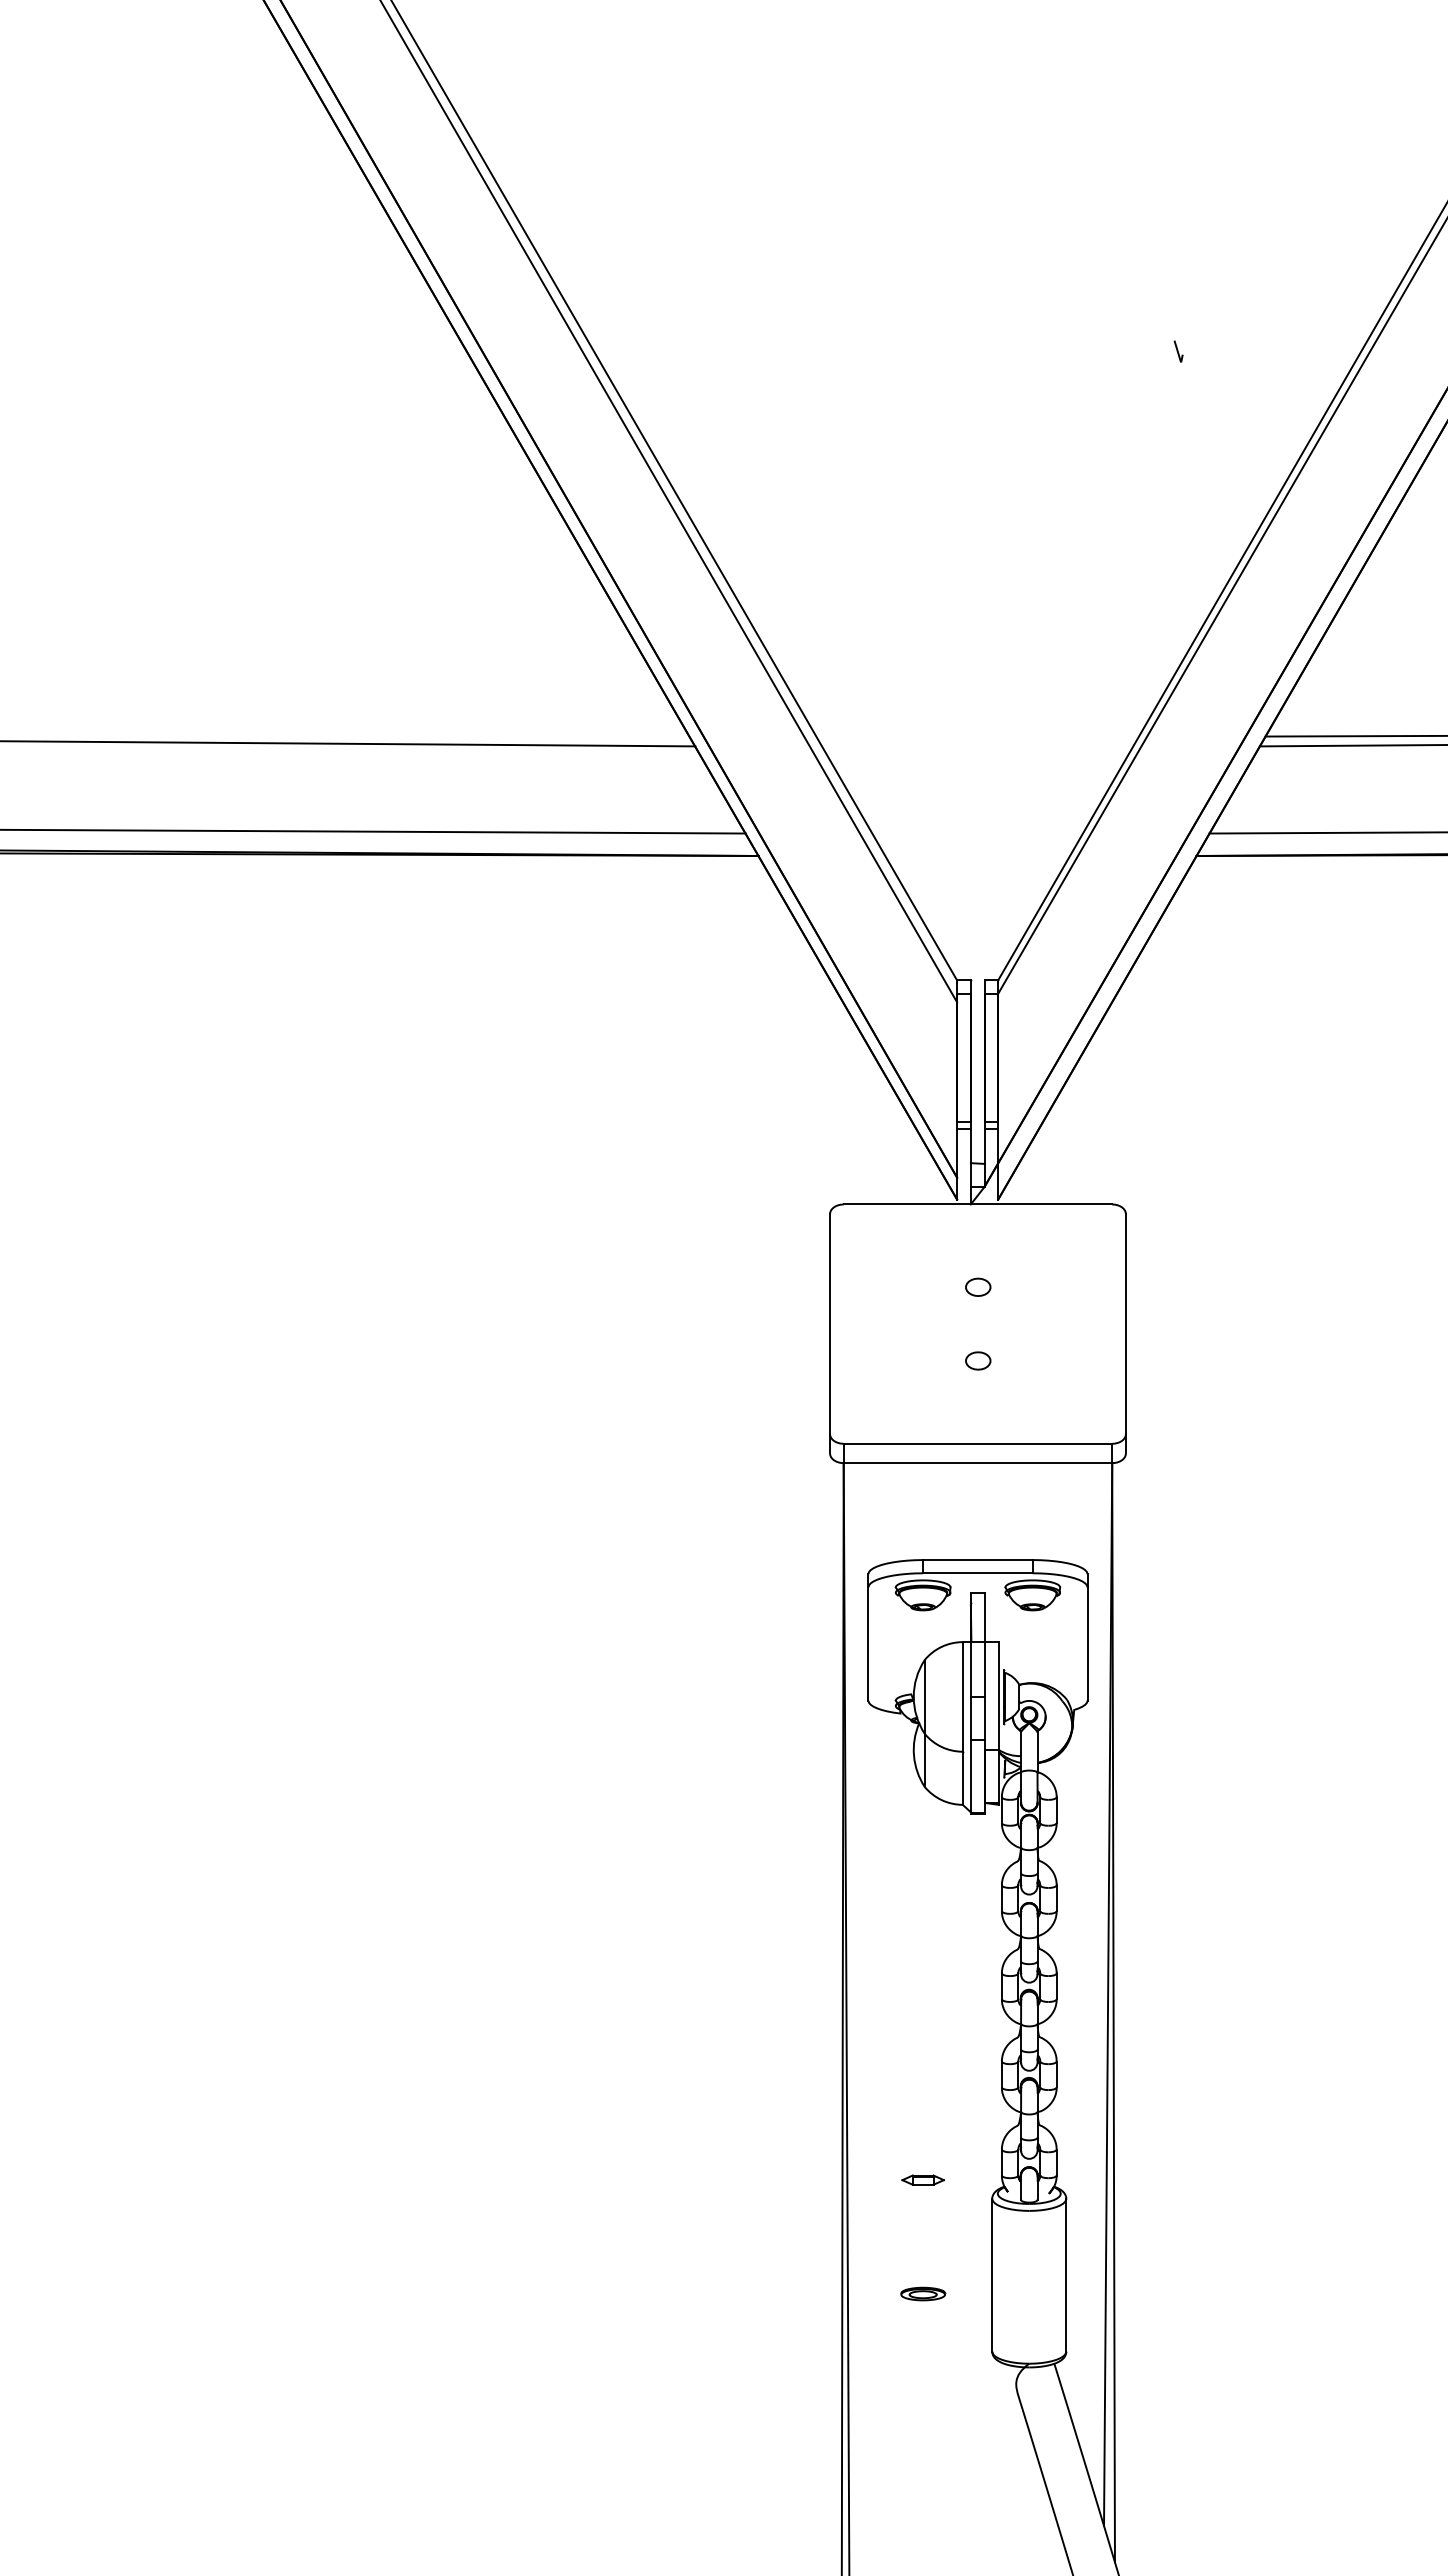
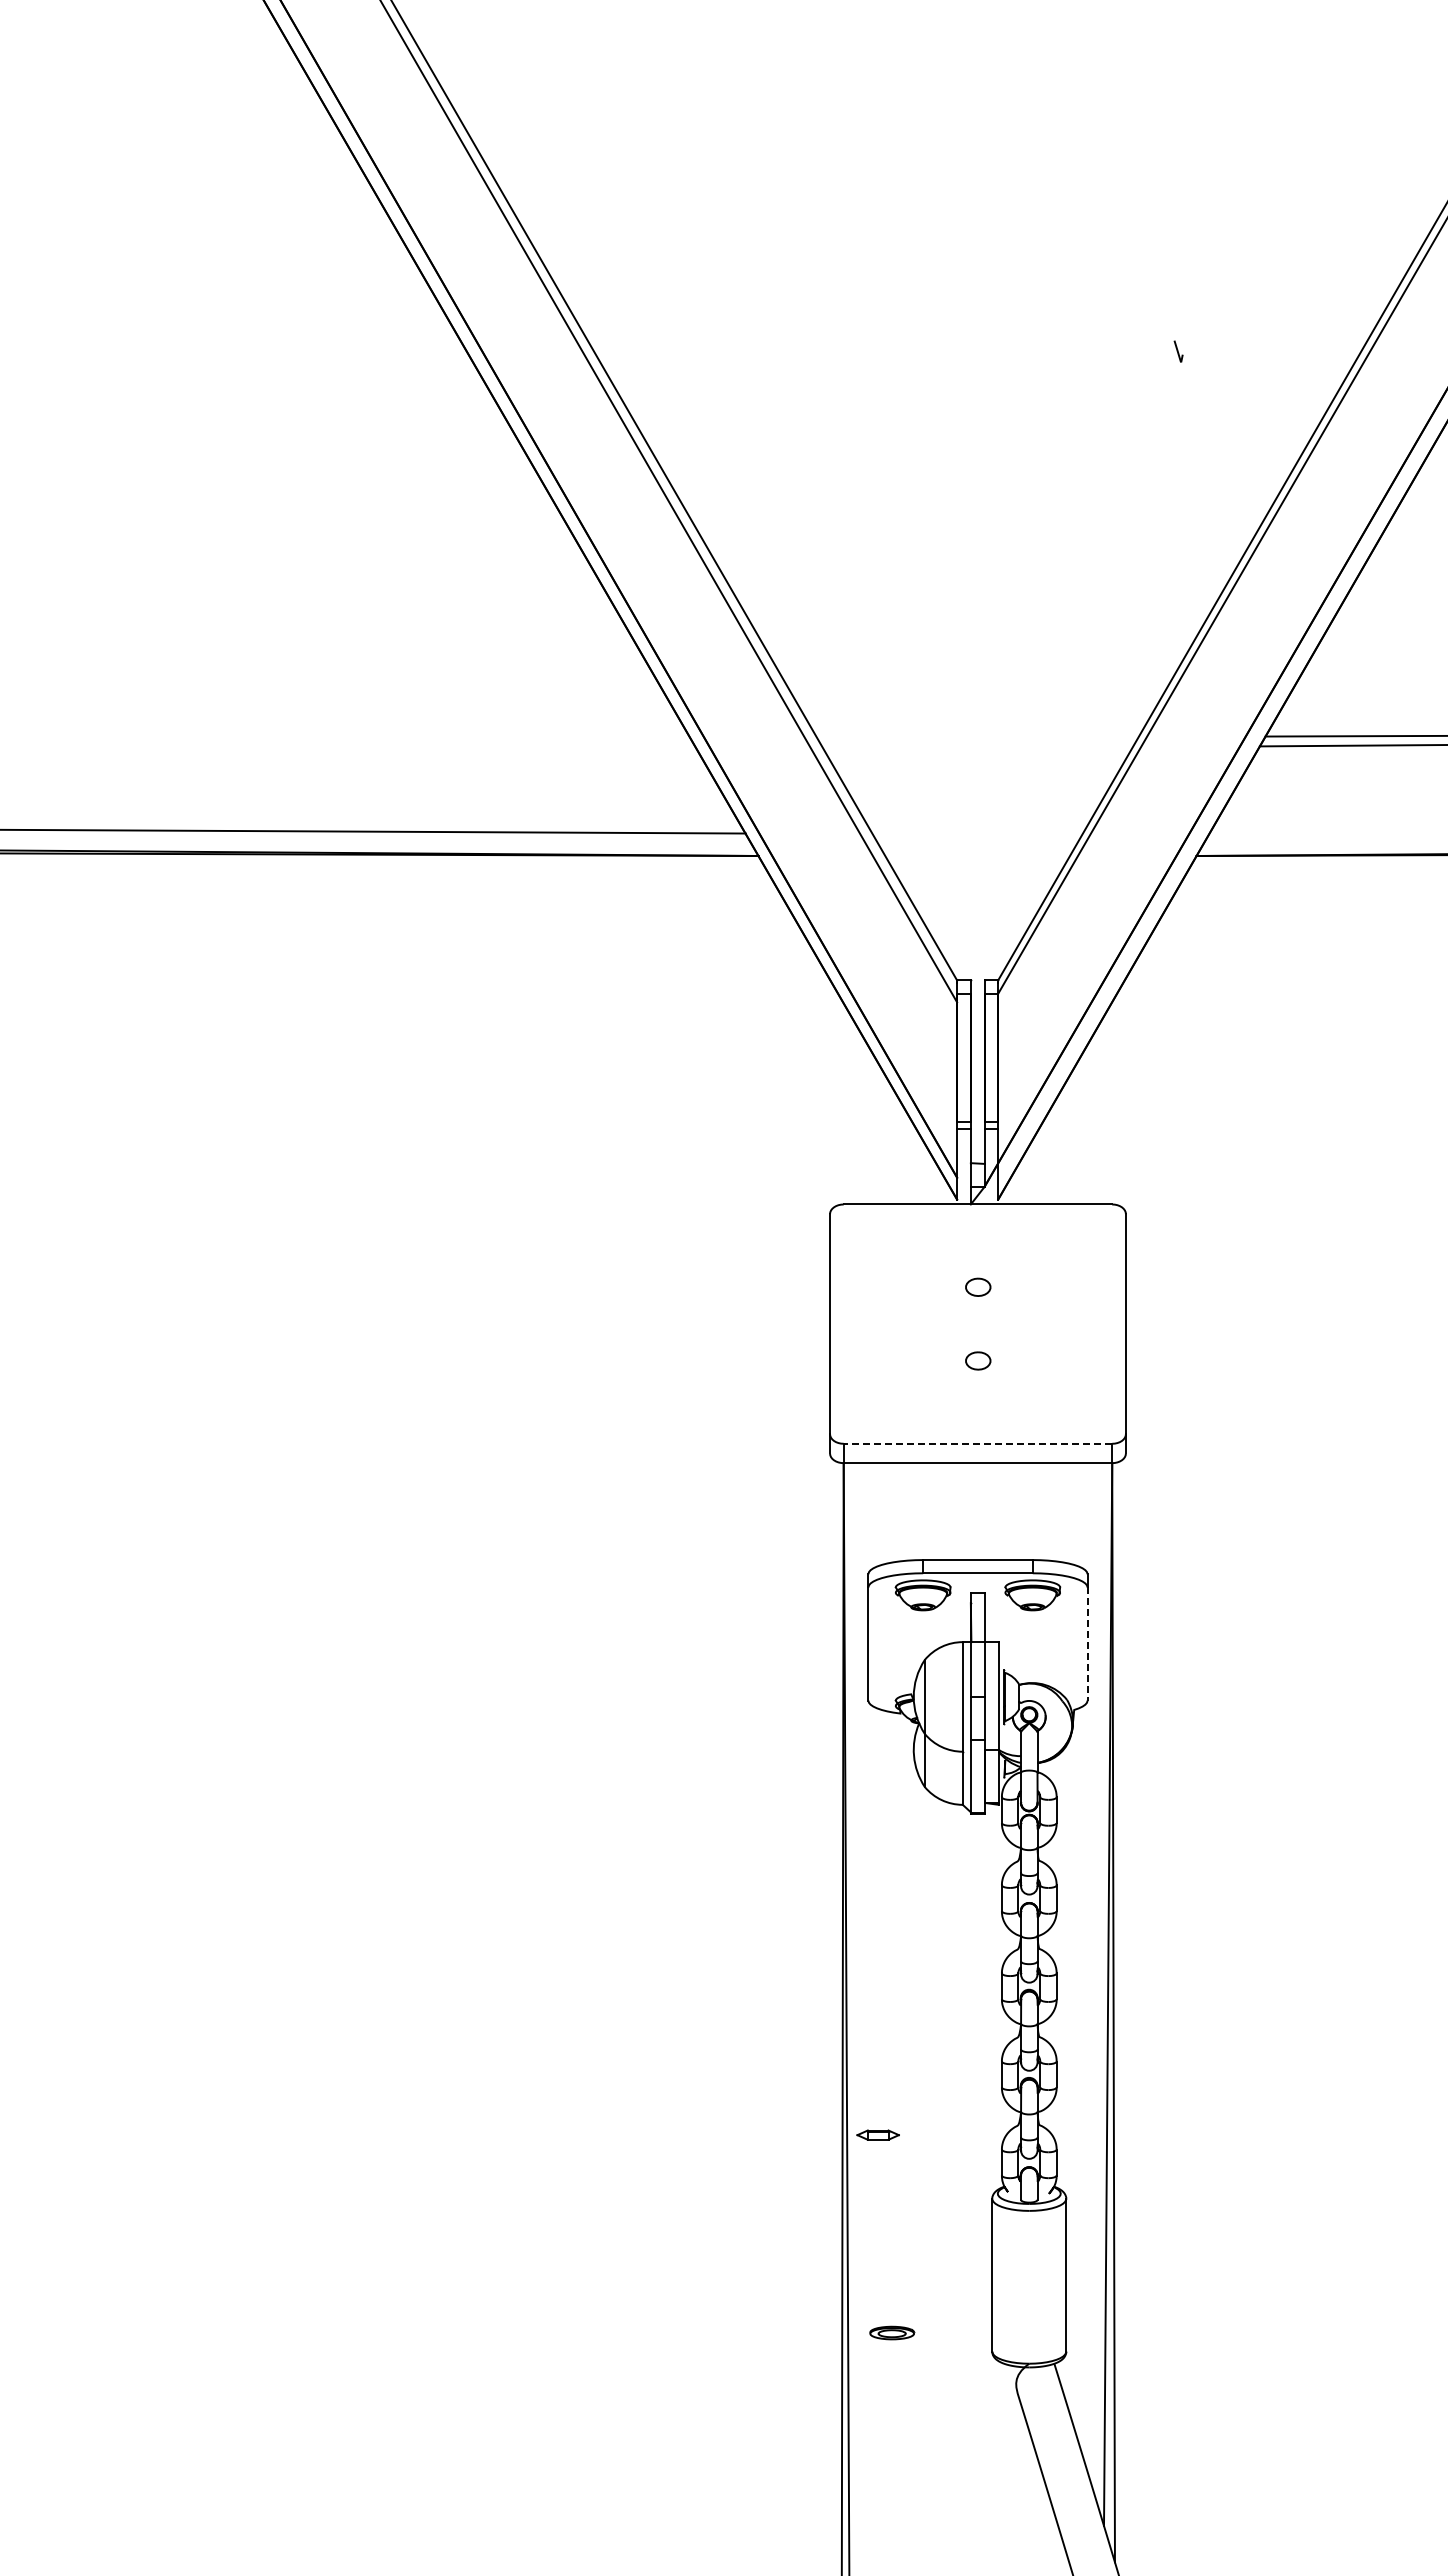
line at (348, 743): present -> none
line at (1326, 832): present -> none
line at (977, 1443): solid -> dashed
line at (1087, 1644): solid -> dashed
part at (922, 2179) position: (922, 2179) -> (877, 2134)
part at (923, 2293) position: (923, 2293) -> (892, 2332)
